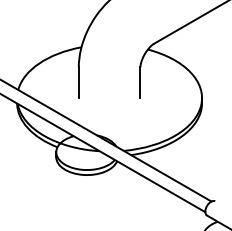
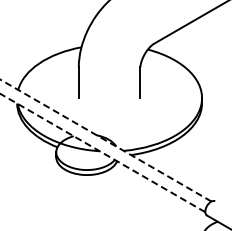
line at (105, 140): solid -> dashed
line at (102, 152): solid -> dashed
